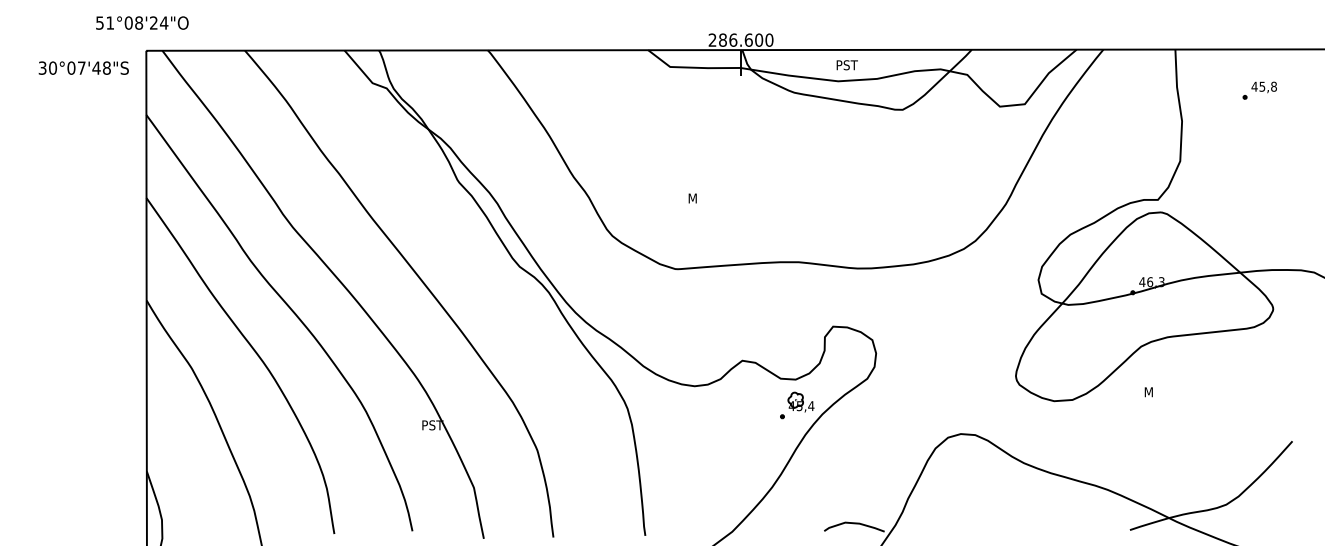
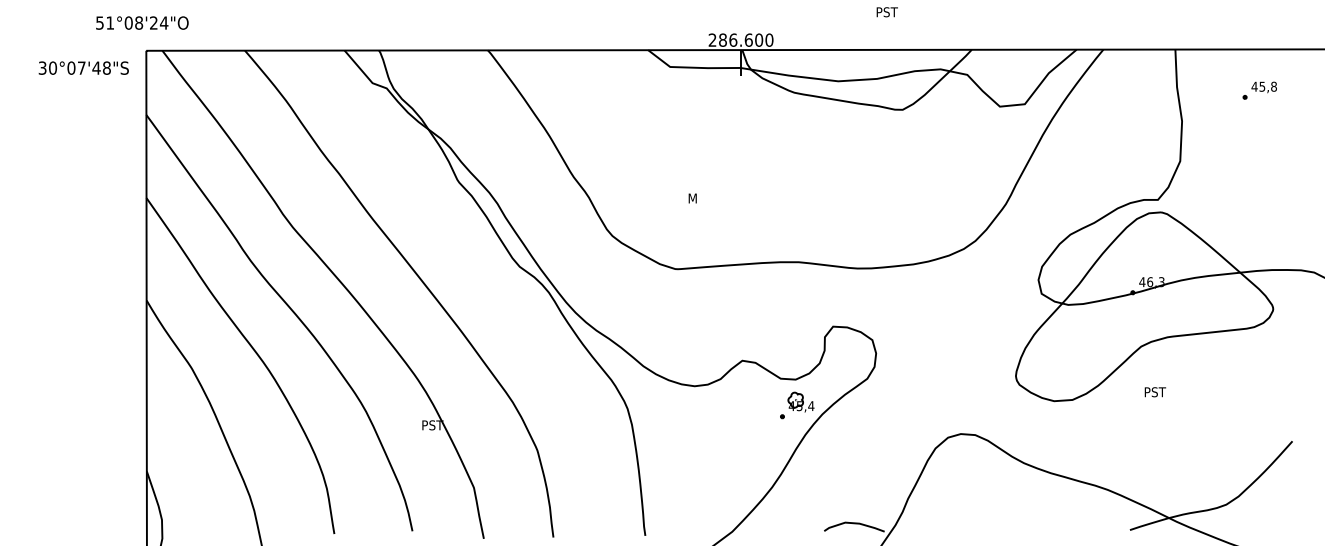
text at (846, 65) position: (846, 65) -> (886, 12)
text at (1156, 392): M -> PST
